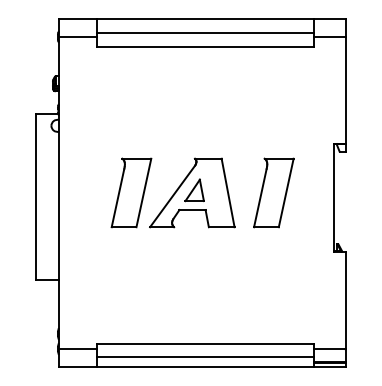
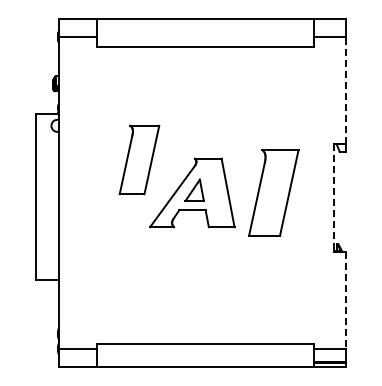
line at (205, 33): present -> none
line at (345, 89): solid -> dashed
part at (131, 192) position: (131, 192) -> (139, 159)
part at (273, 192) size: 42x72 px -> 52x88 px
line at (333, 198): solid -> dashed
line at (345, 300): solid -> dashed
line at (205, 357): present -> none
